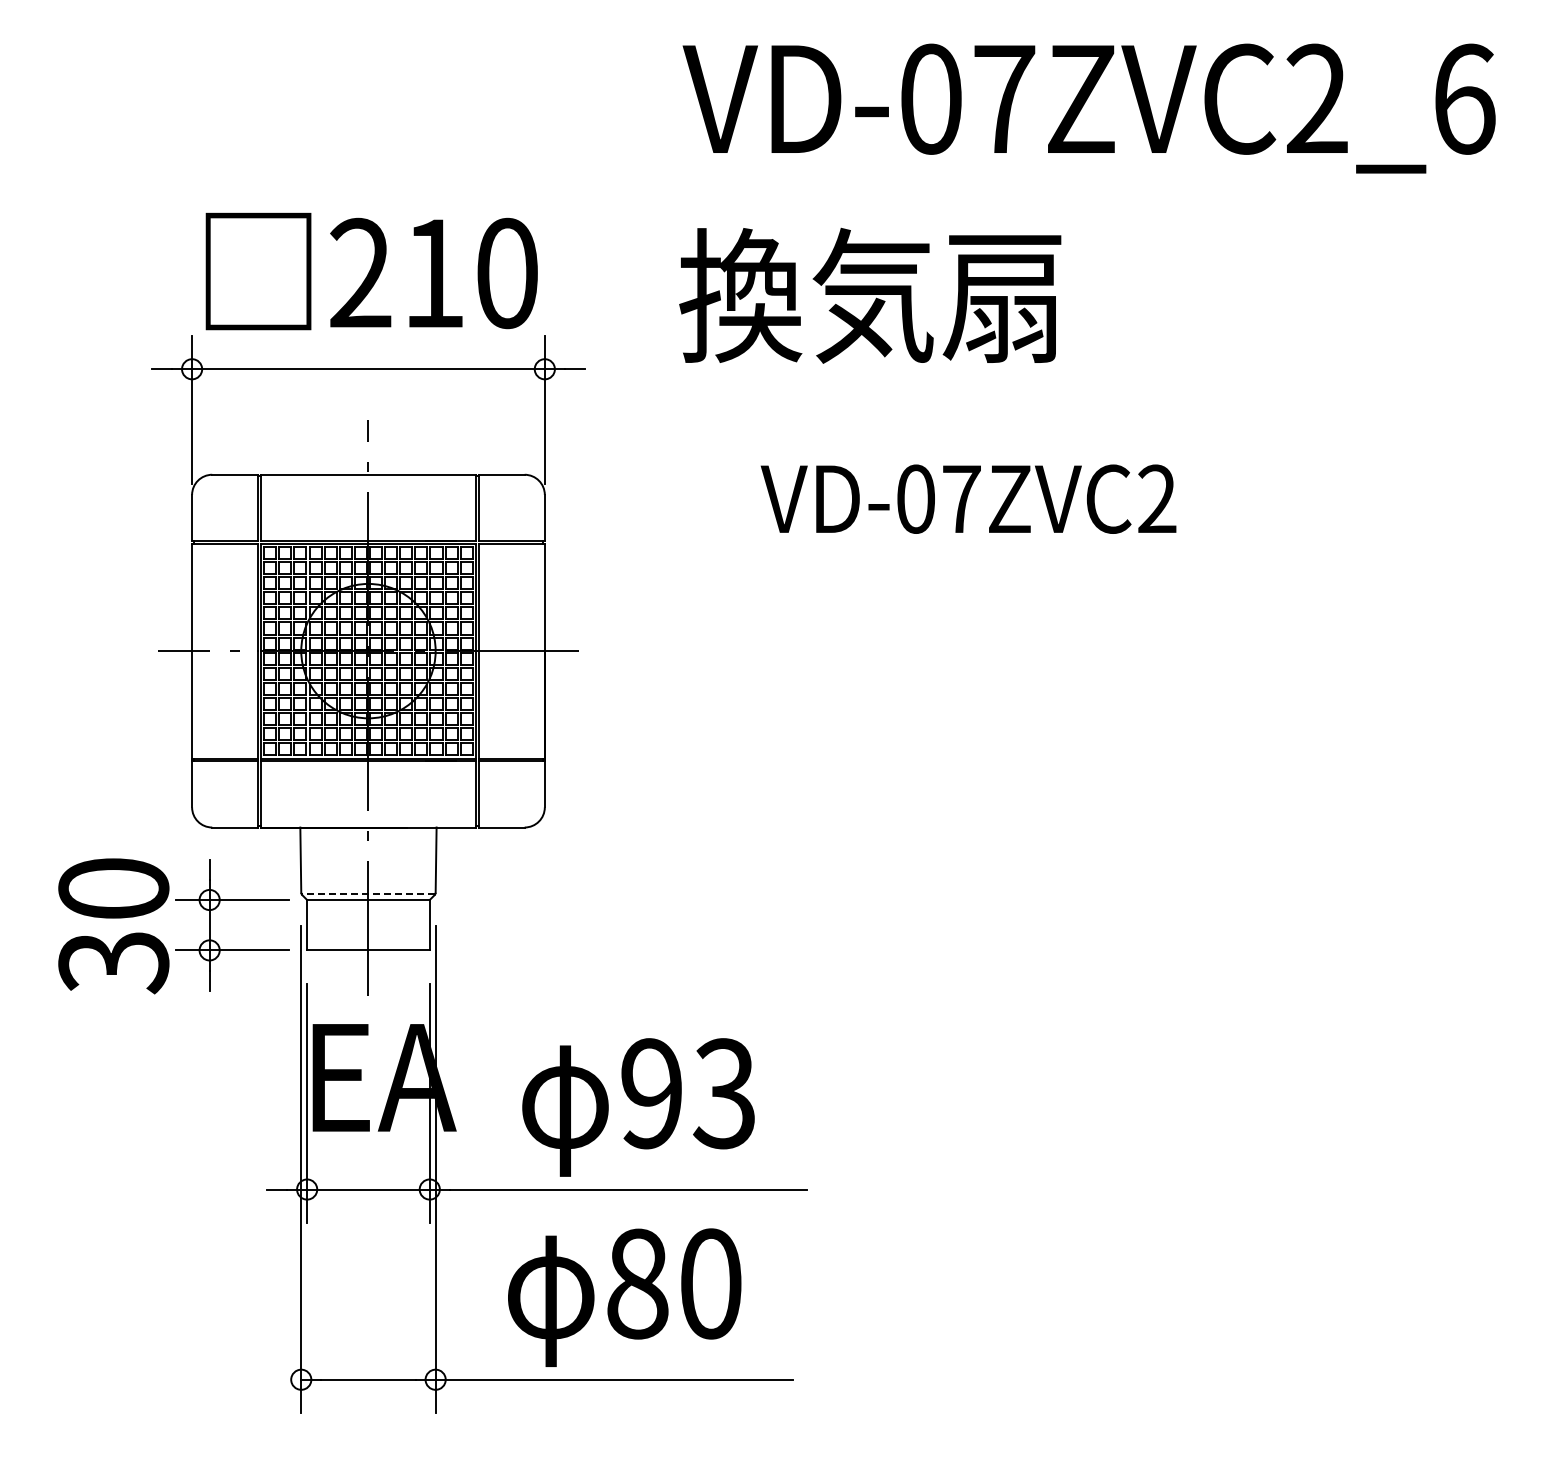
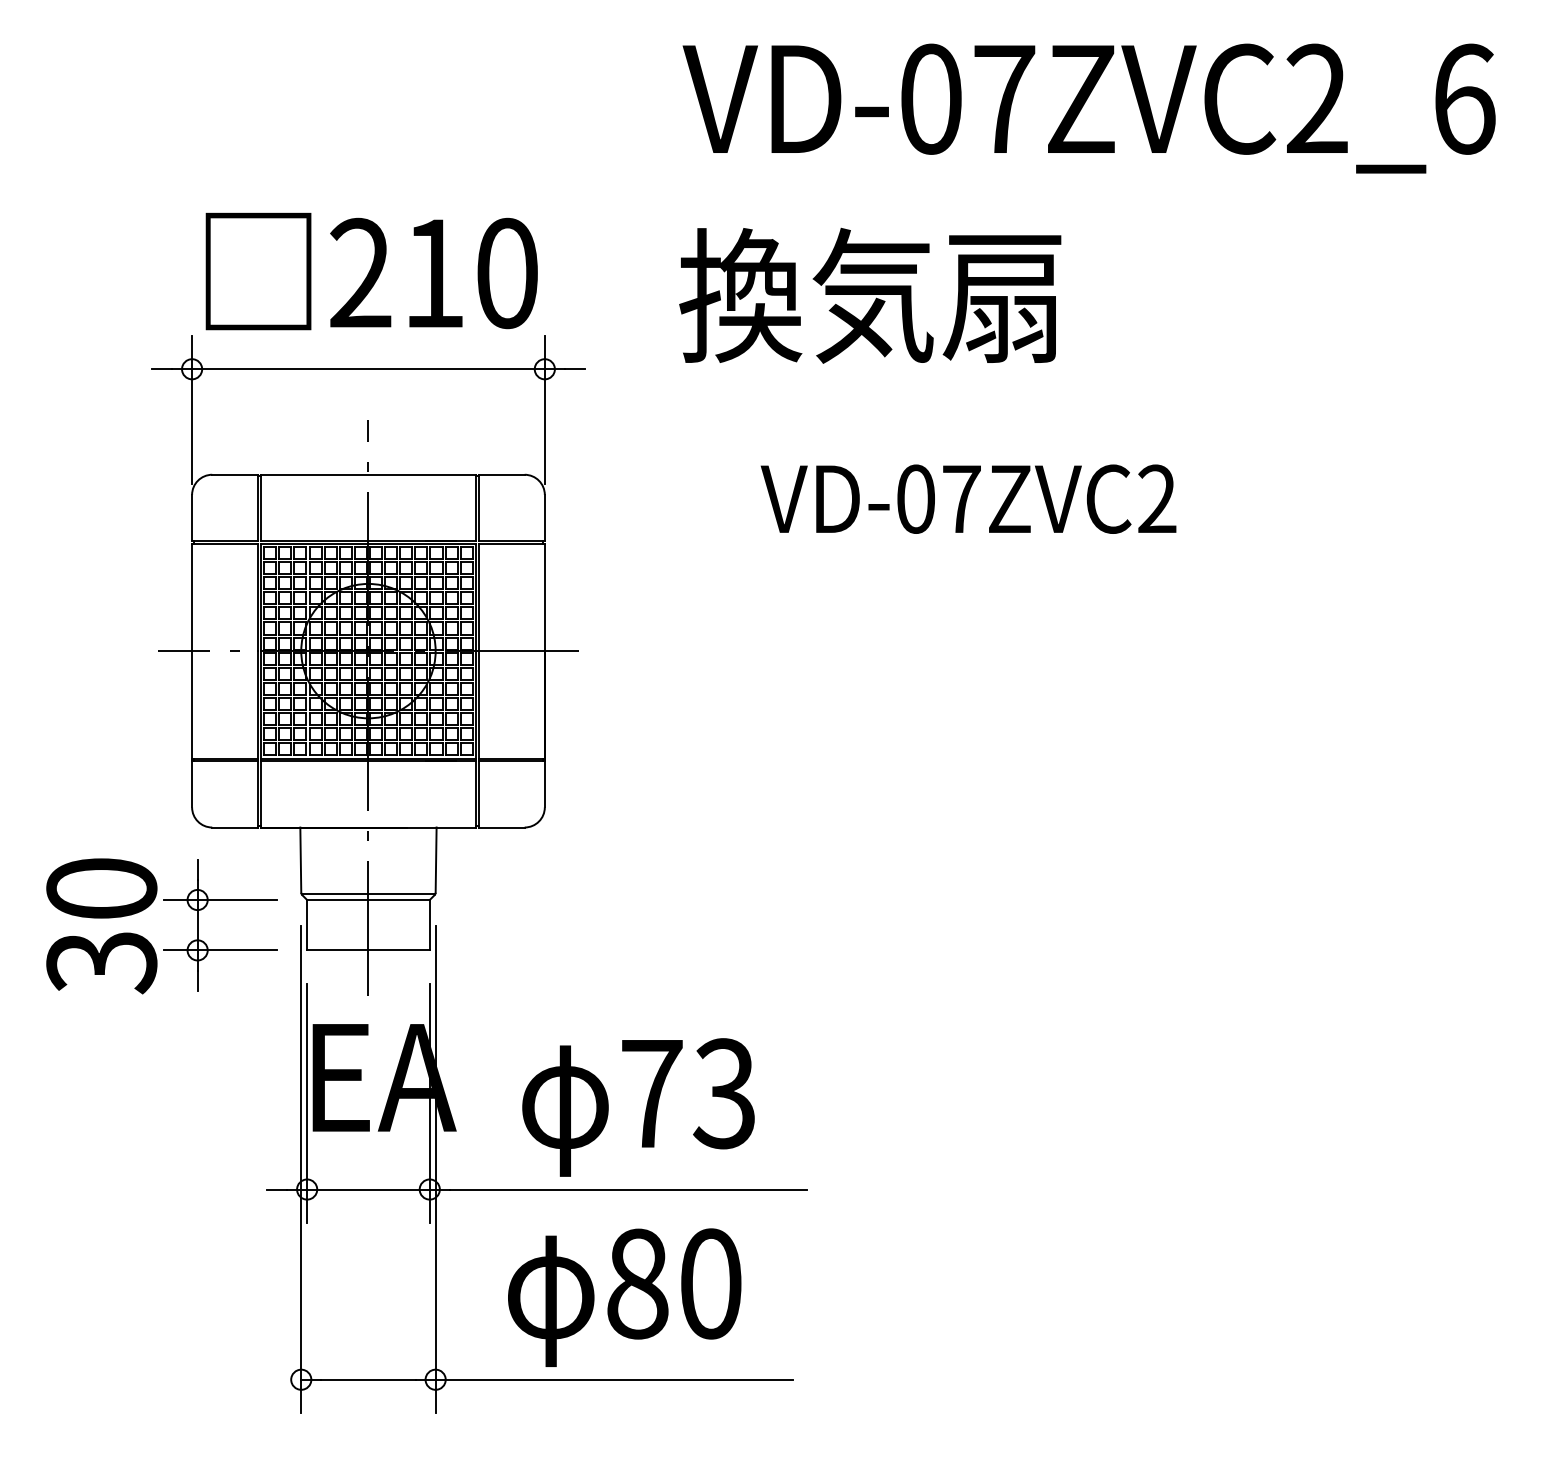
line at (368, 894): dashed -> solid
part at (159, 939) position: (159, 939) -> (147, 939)
text at (651, 1093): 93 -> 73
